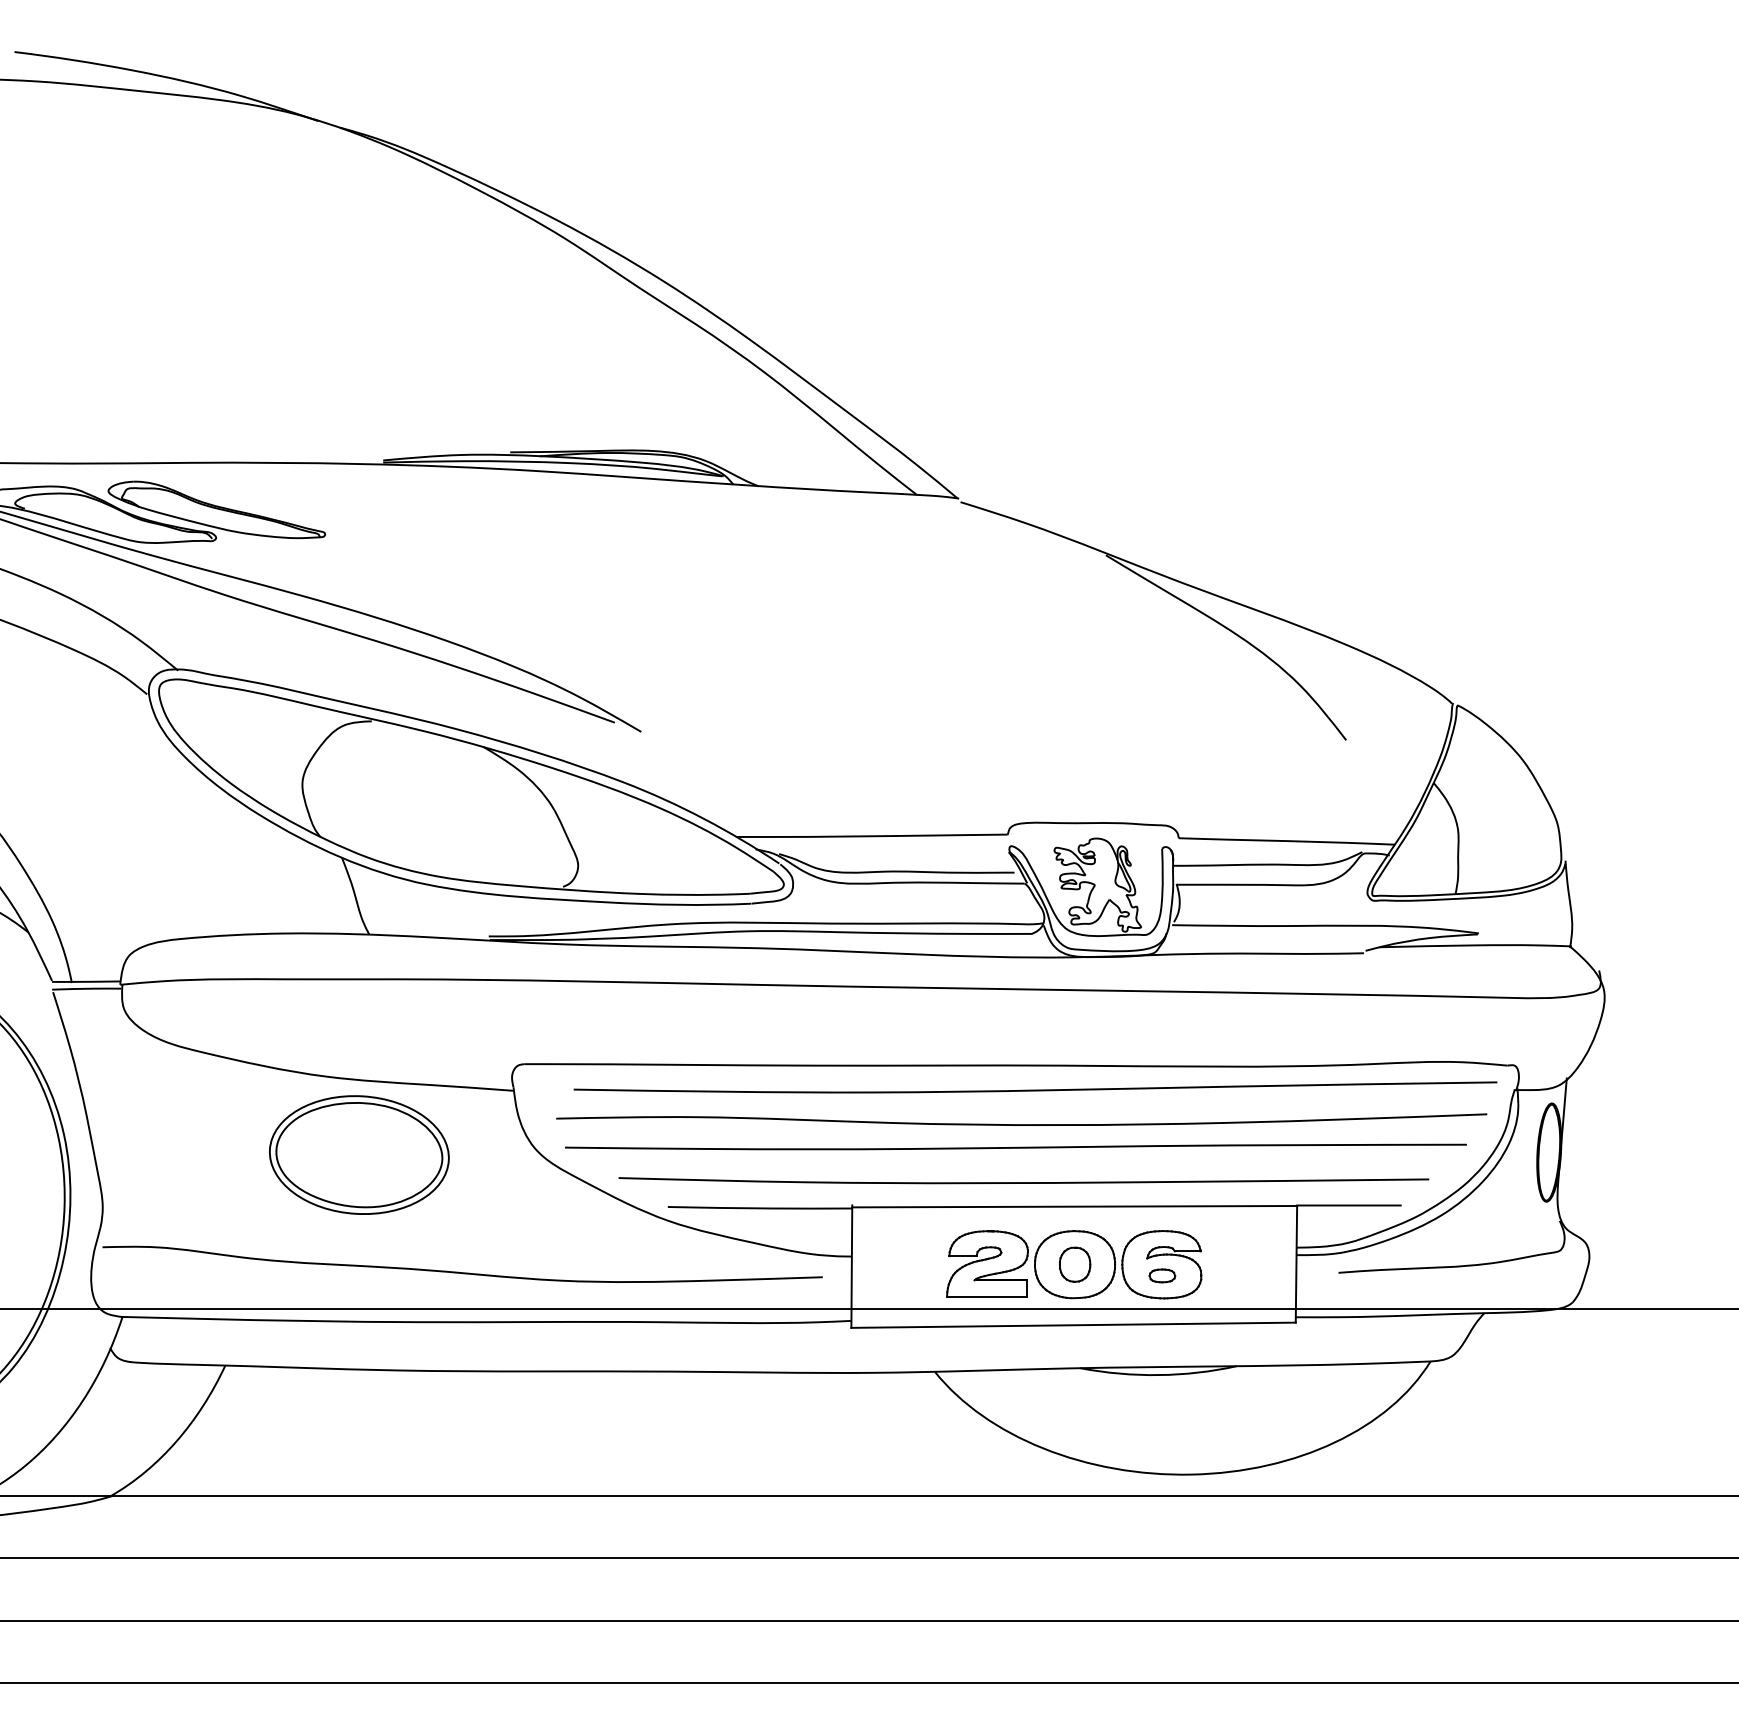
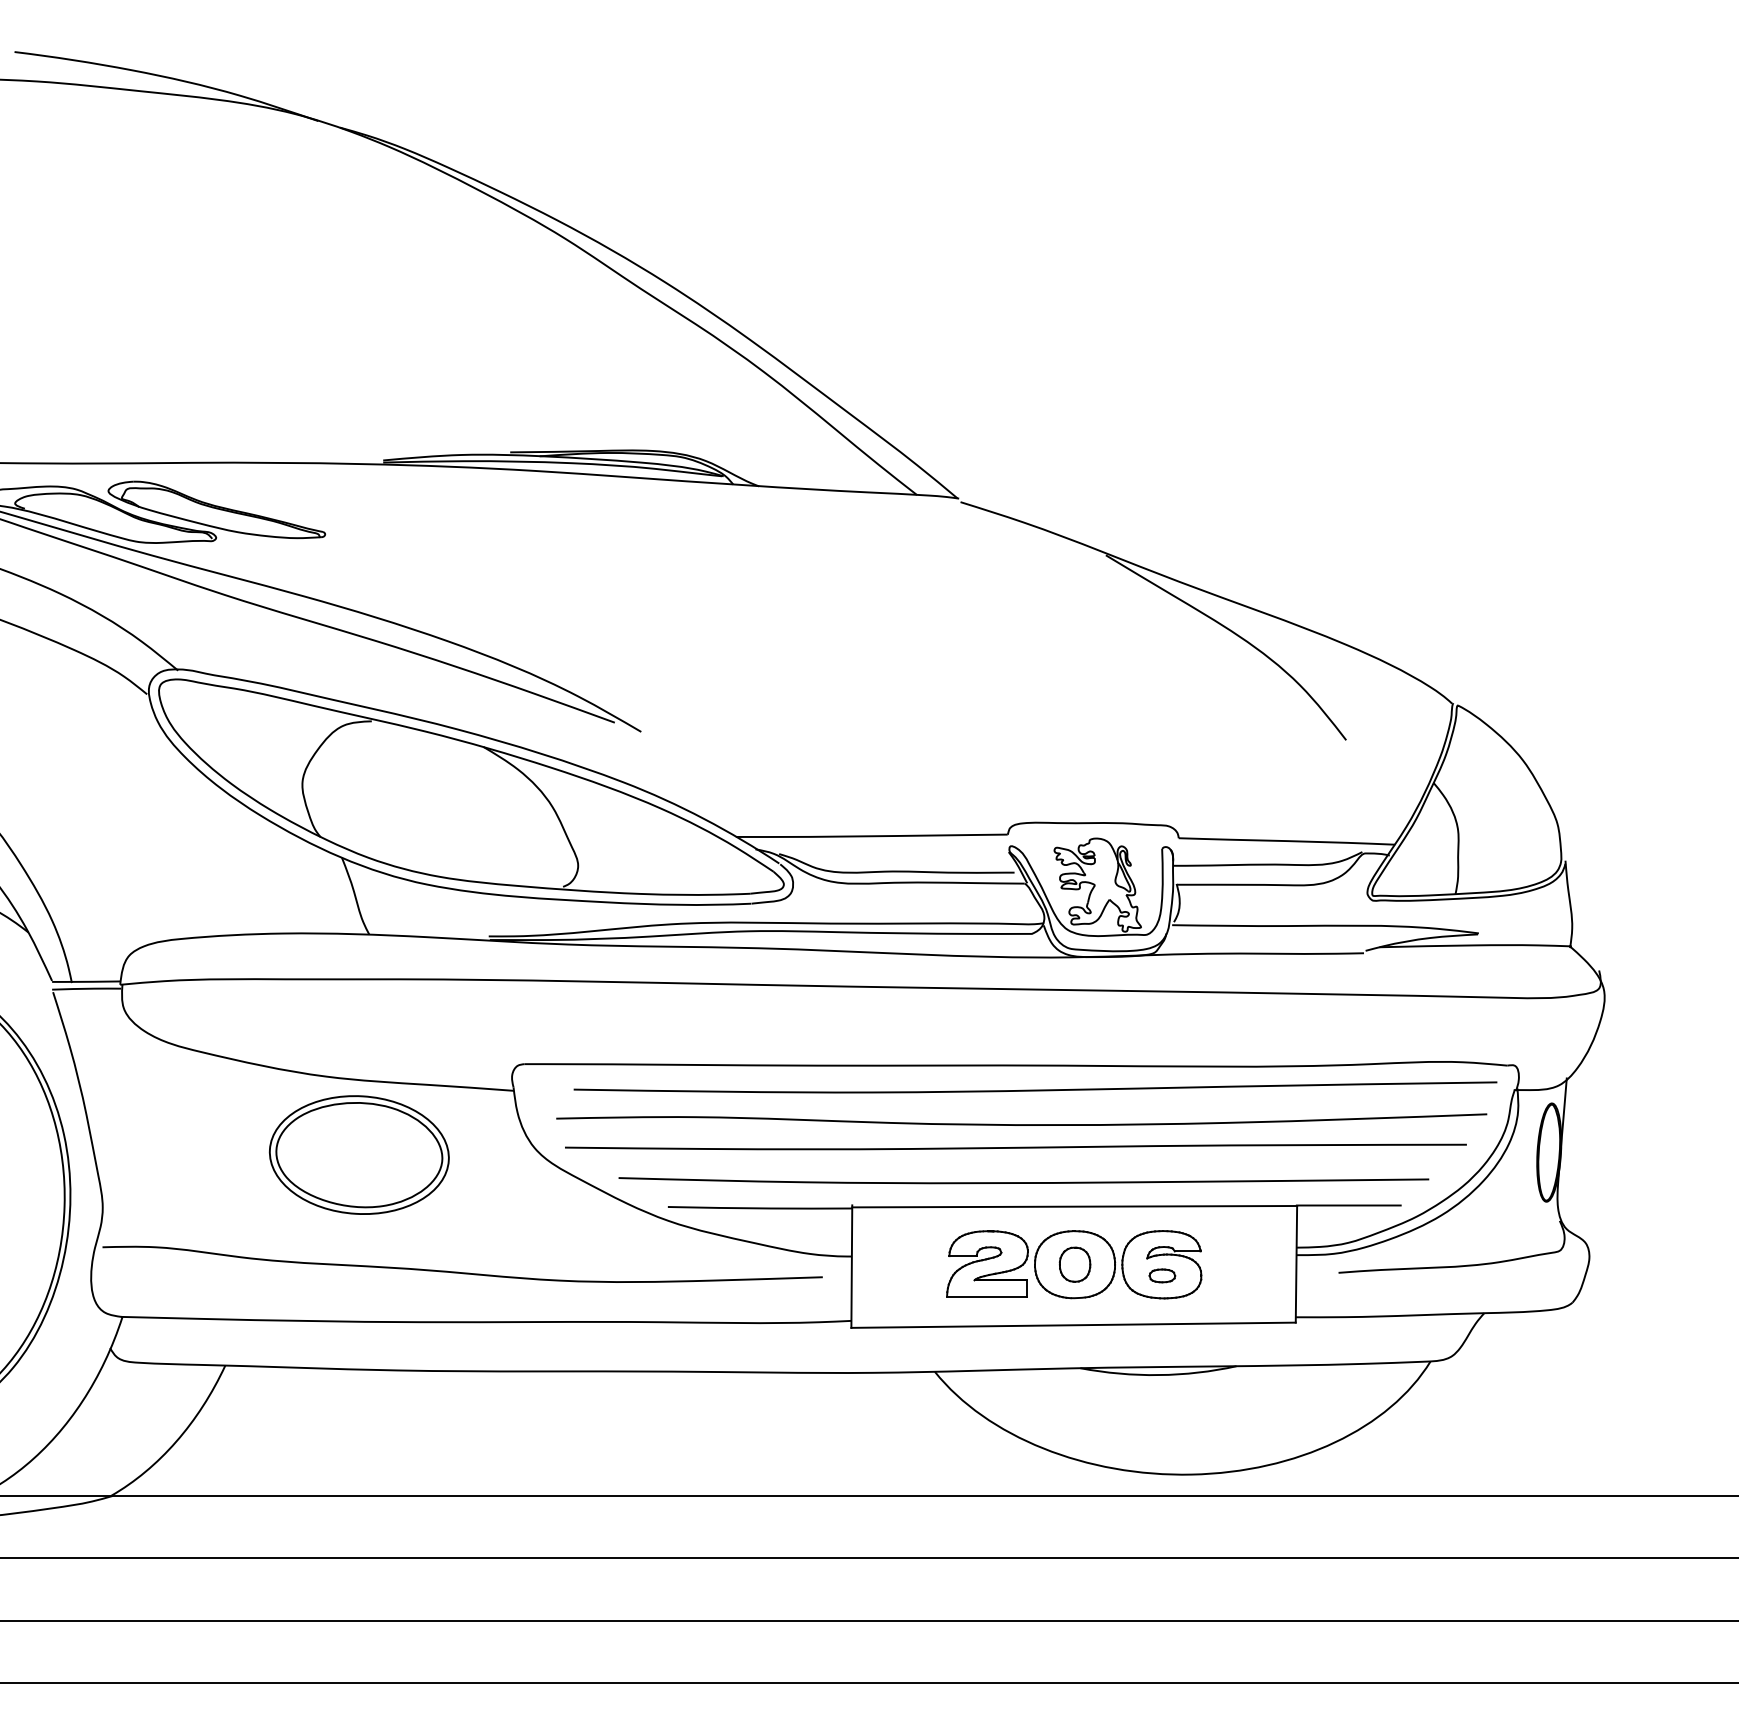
line at (868, 1308): present -> none
